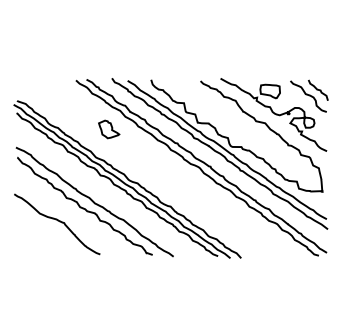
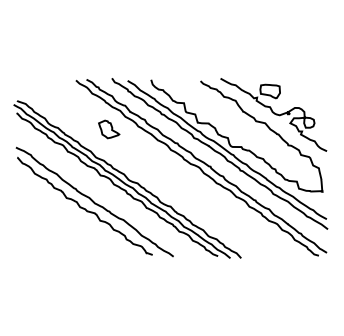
part at (309, 95): present -> none
curve at (59, 222): present -> none
